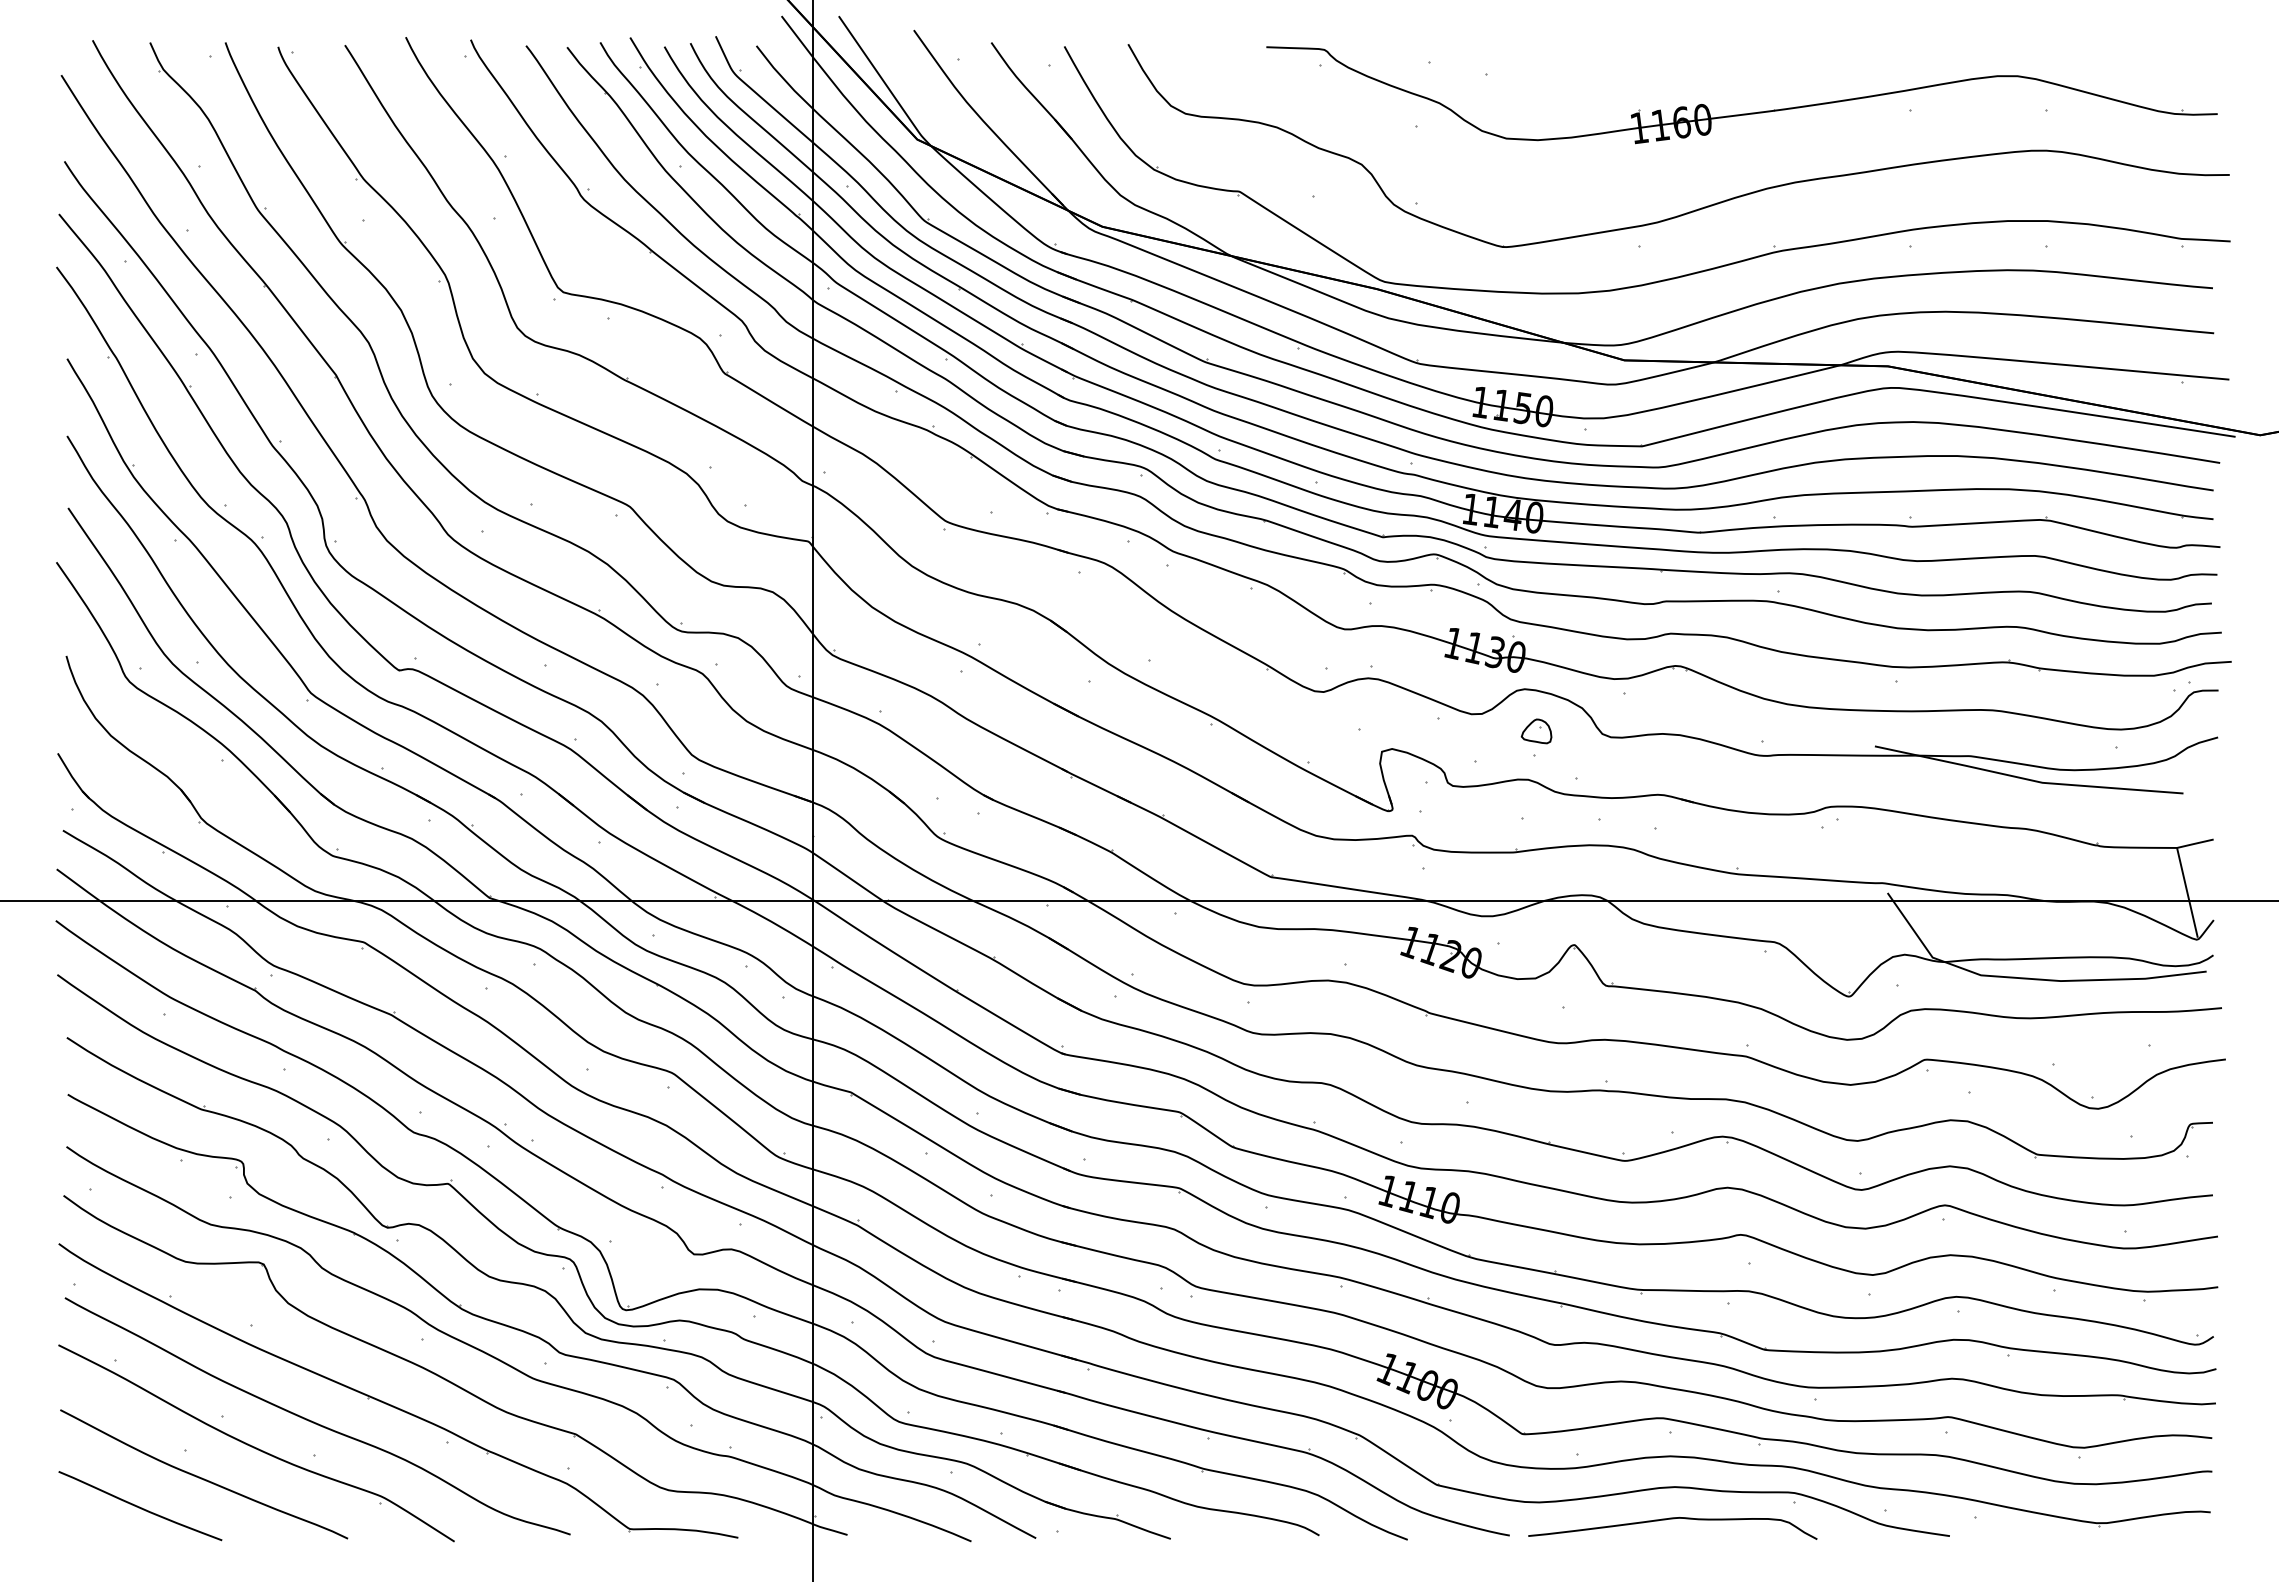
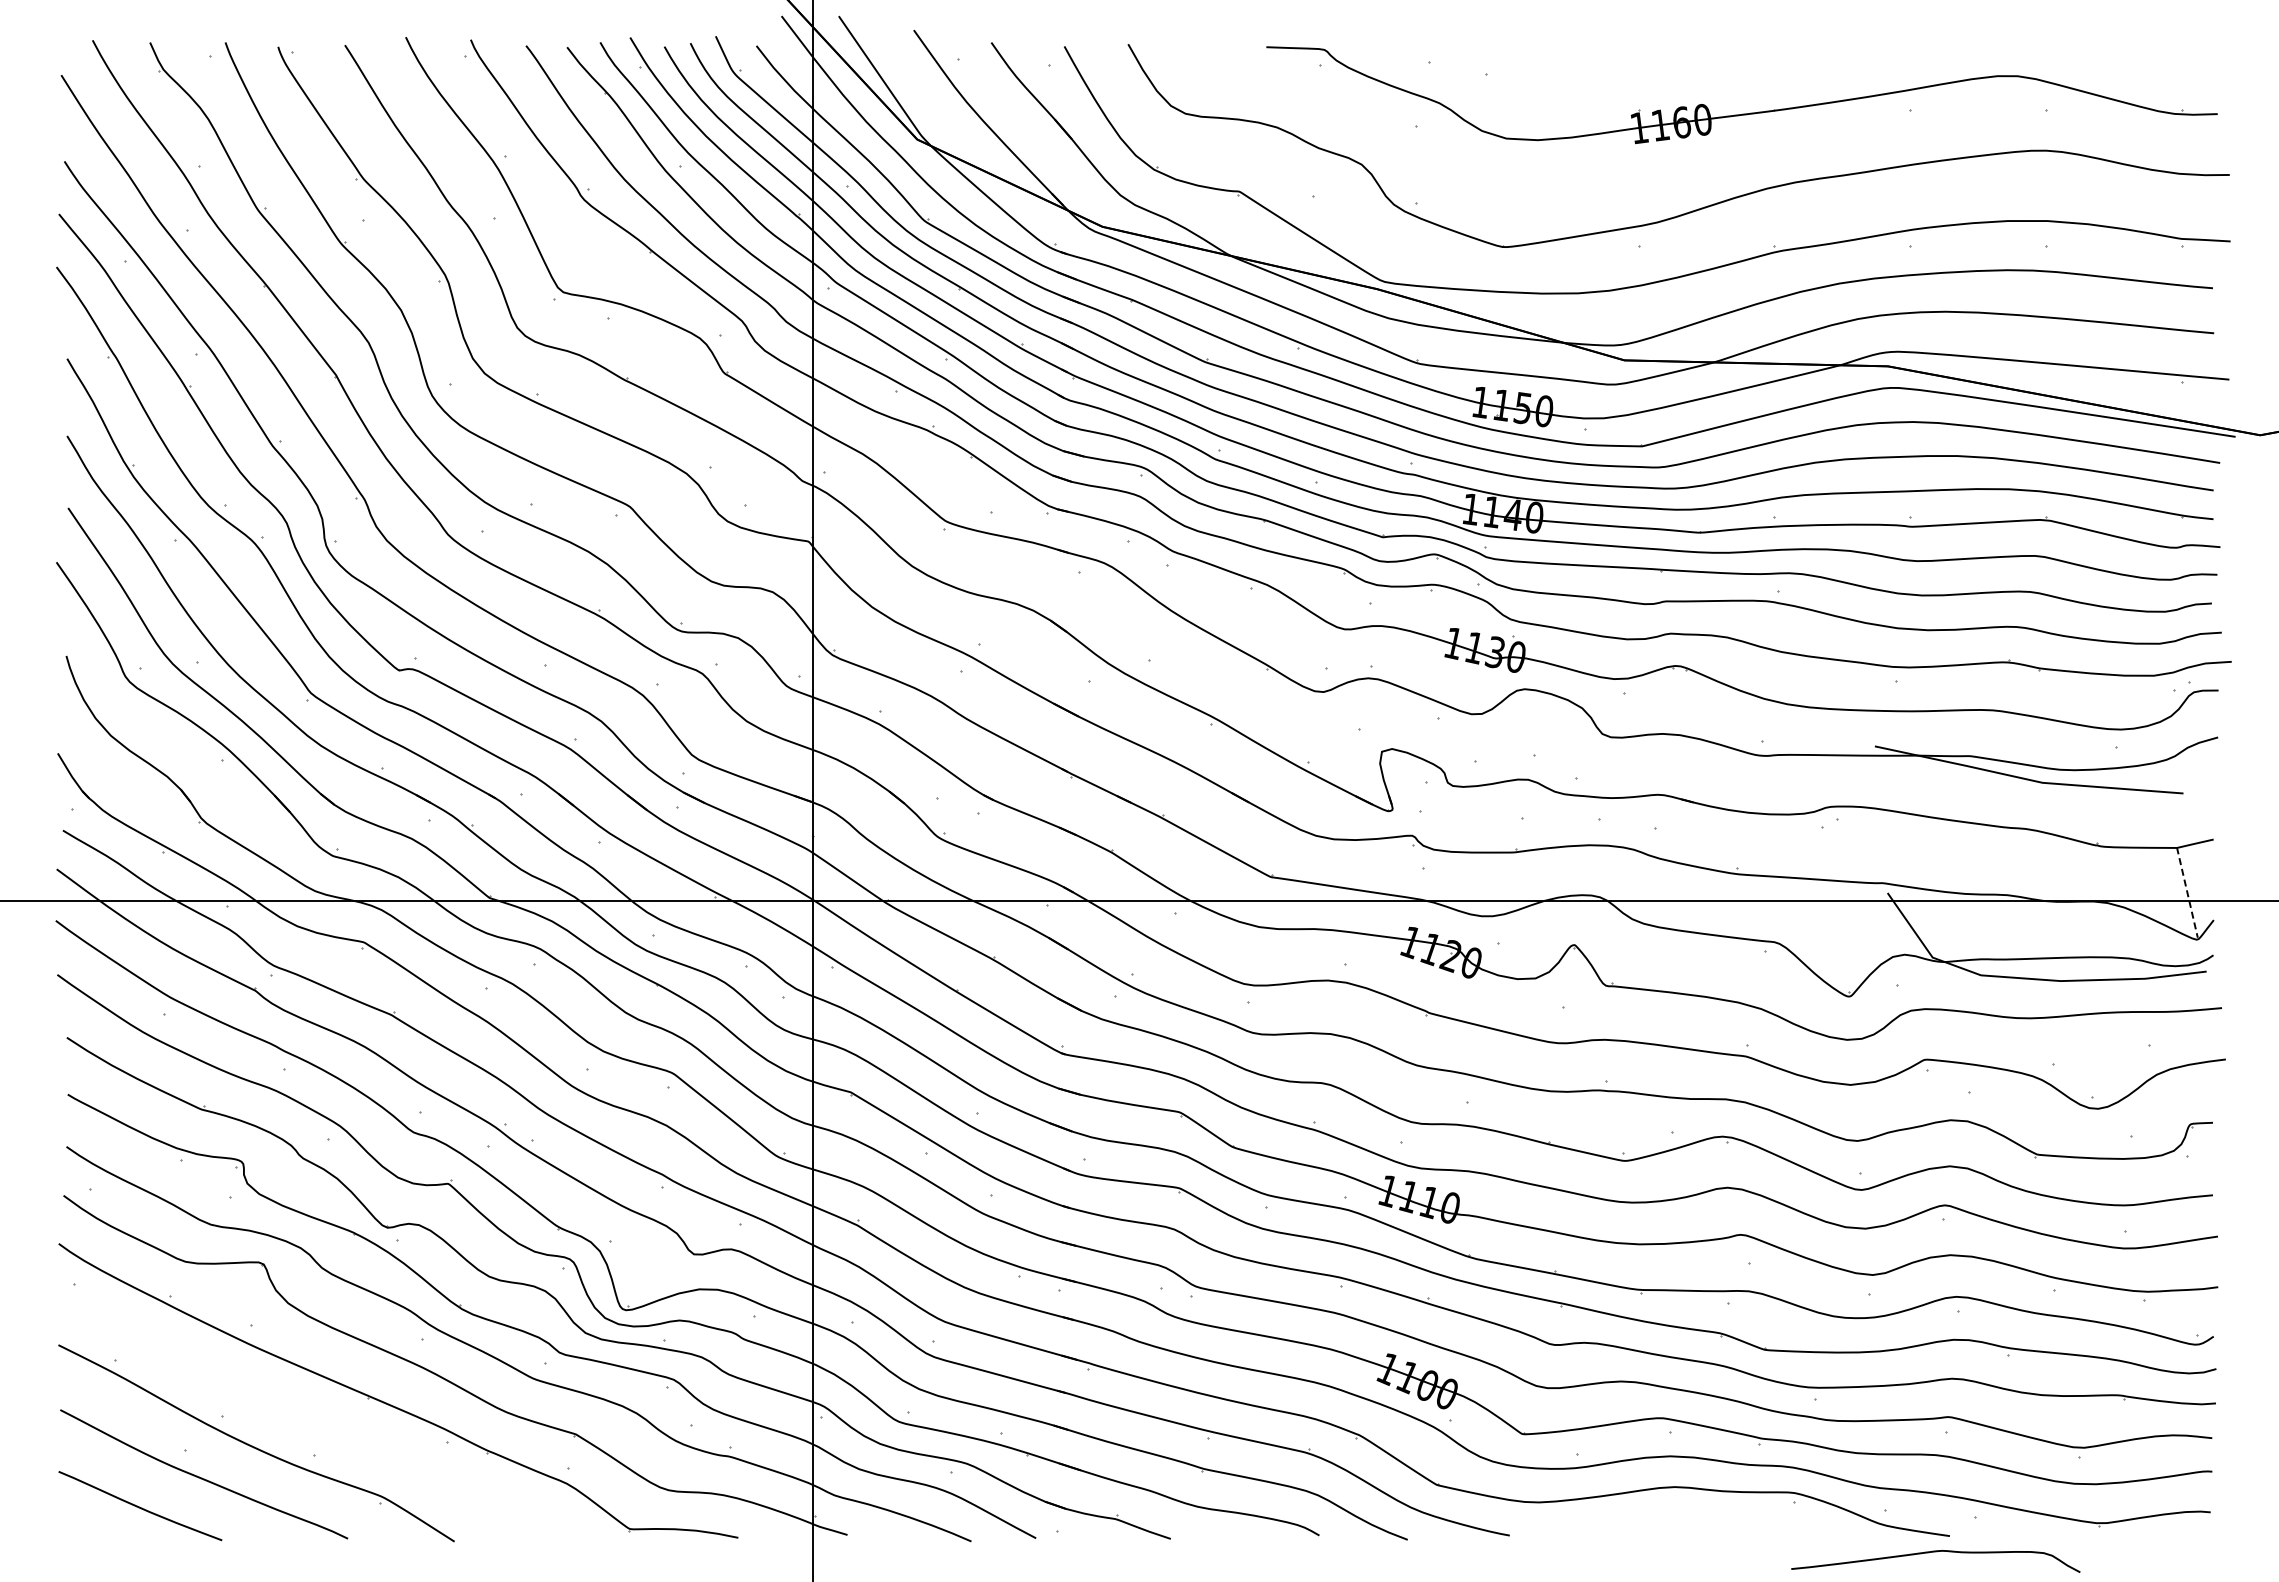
part at (1536, 731): present -> none
line at (2187, 893): solid -> dashed
curve at (314, 1421): present -> none
curve at (1672, 1519) position: (1672, 1519) -> (1935, 1552)
